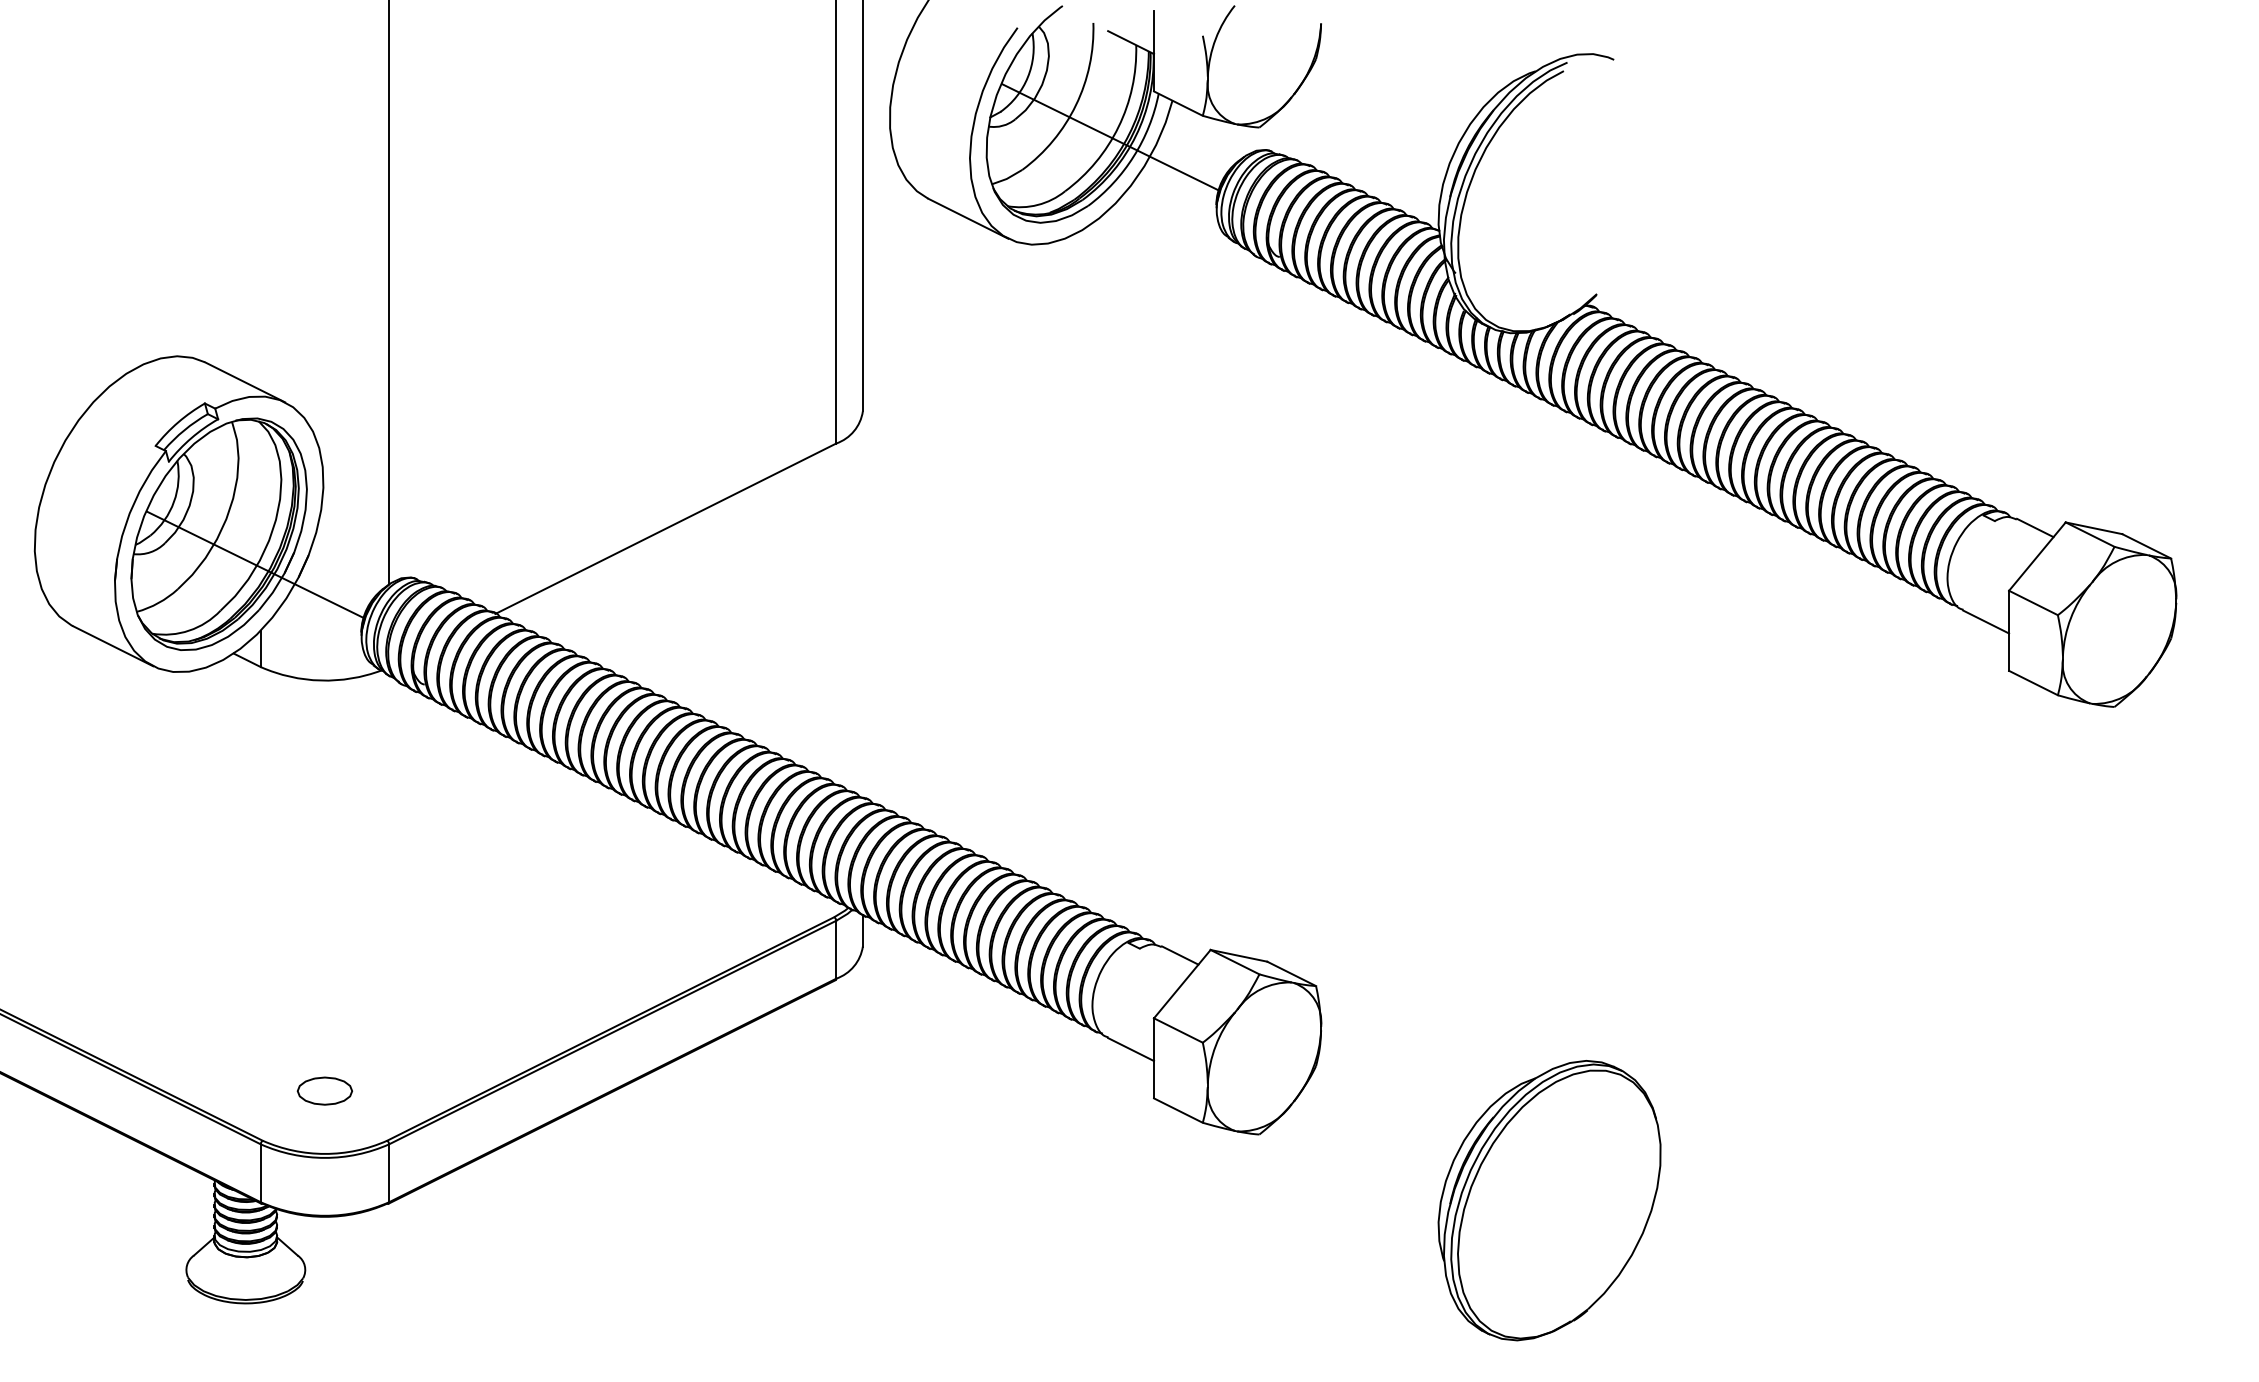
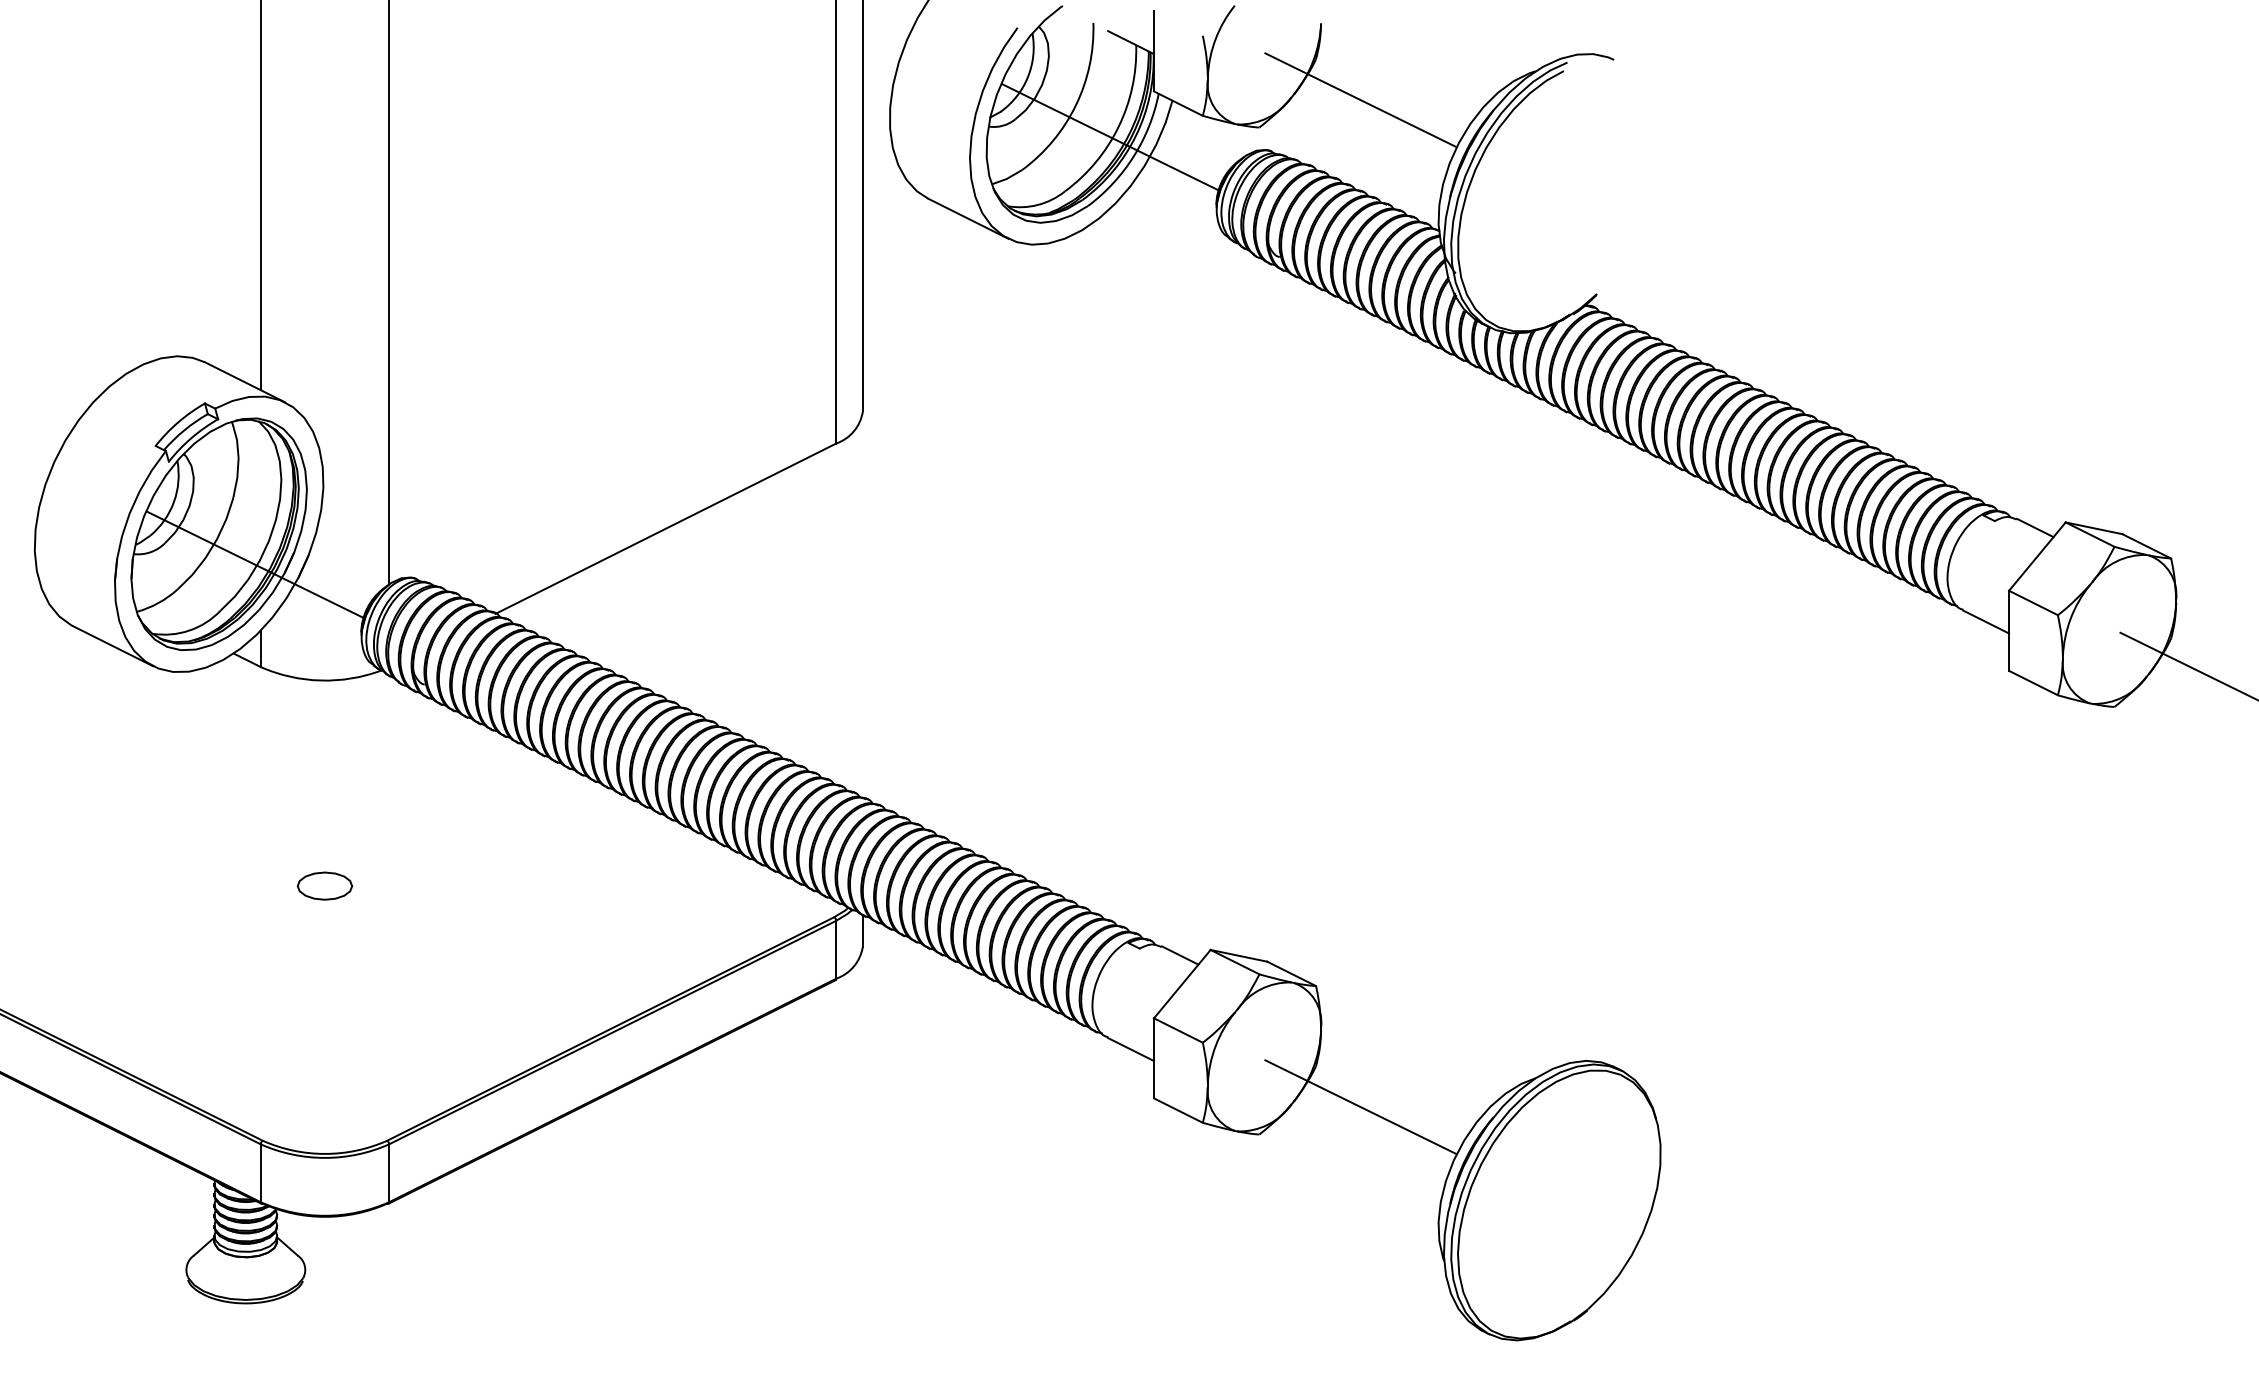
line at (1360, 99): none -> present
line at (260, 196): none -> present
line at (2187, 665): none -> present
part at (324, 1090) position: (324, 1090) -> (324, 885)
line at (1360, 1106): none -> present
